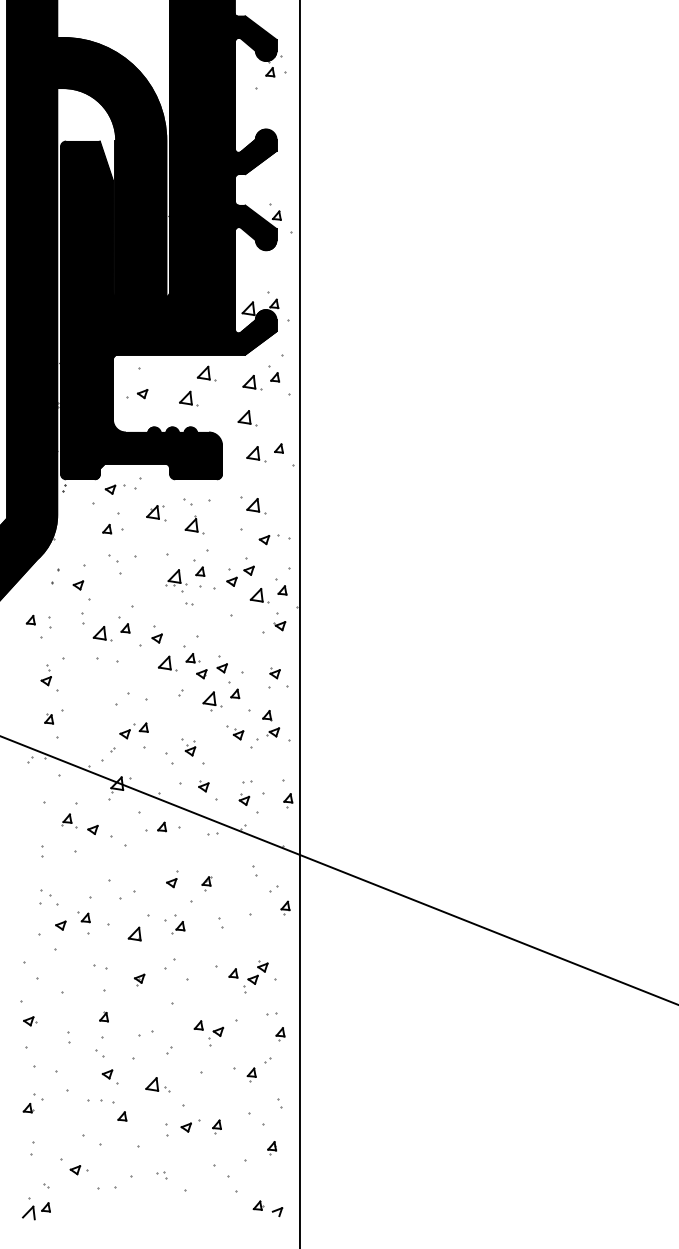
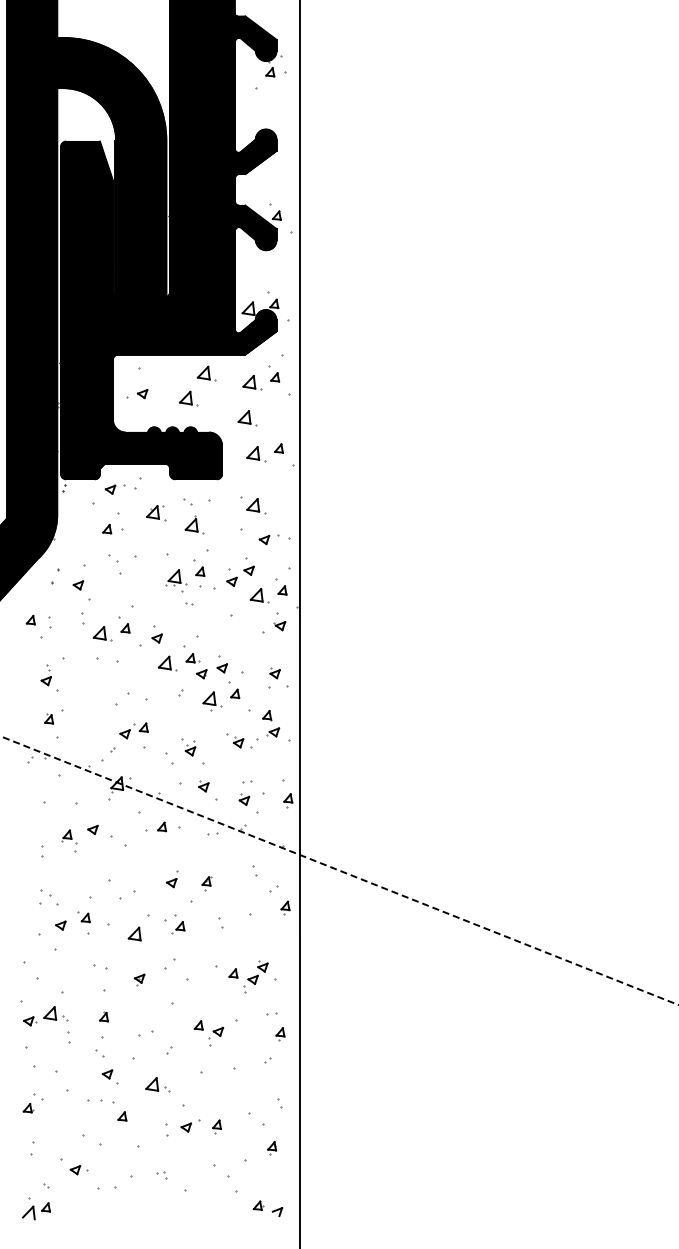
part at (235, 732) position: (235, 732) -> (235, 740)
part at (69, 820) position: (69, 820) -> (69, 836)
line at (338, 870): solid -> dashed
part at (55, 1013): none -> present
part at (251, 1074): present -> none
